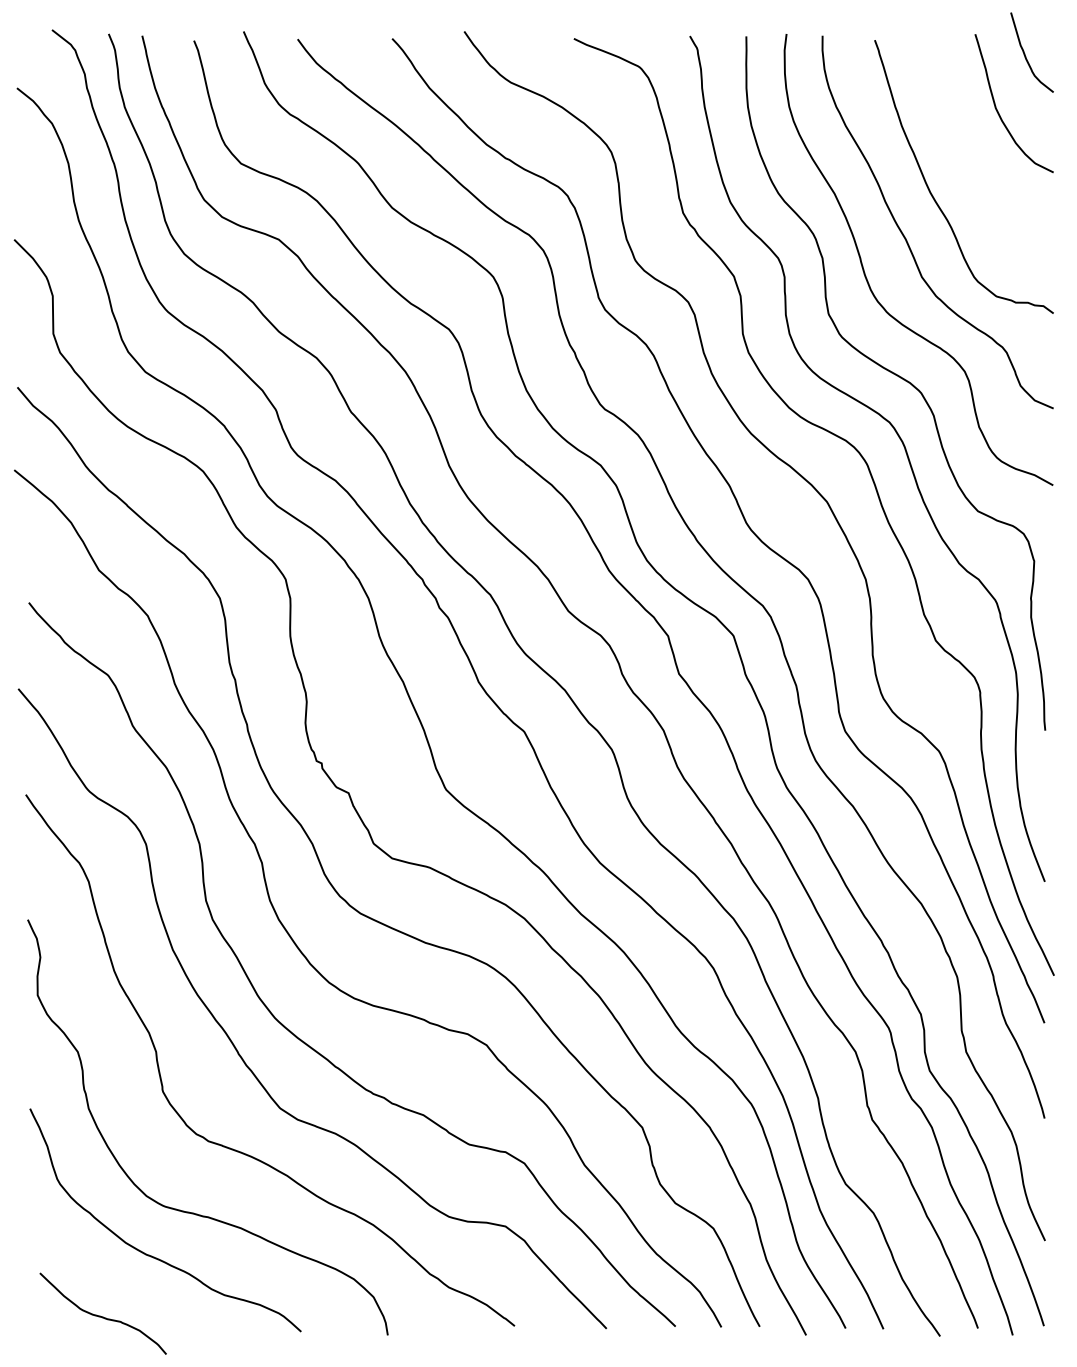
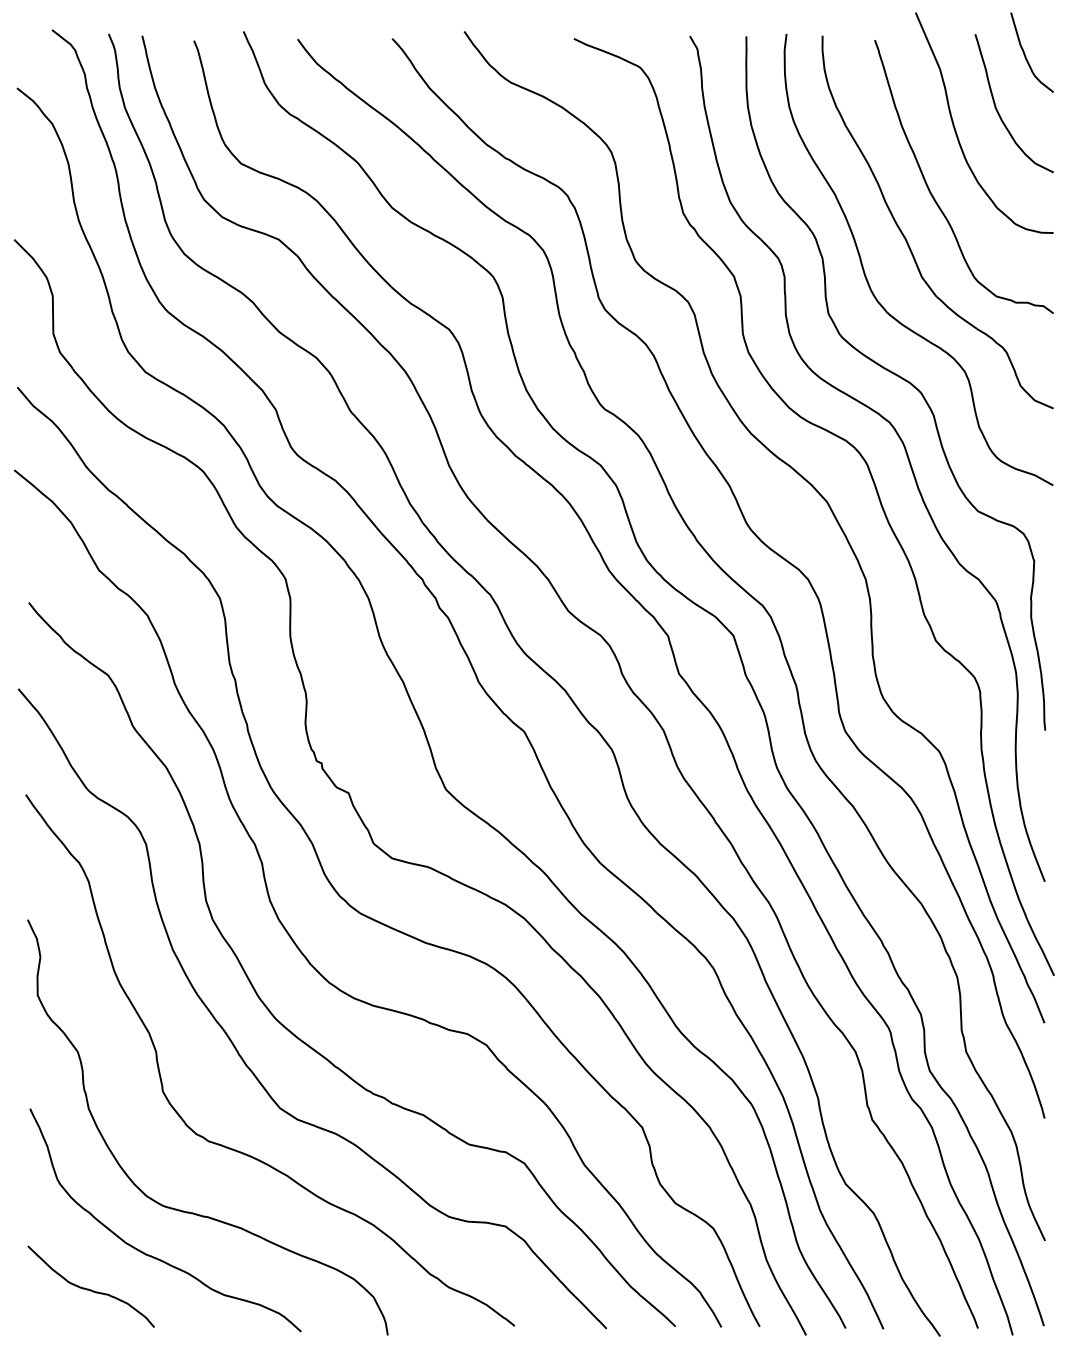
curve at (956, 130): none -> present
curve at (100, 1315) position: (100, 1315) -> (88, 1288)
